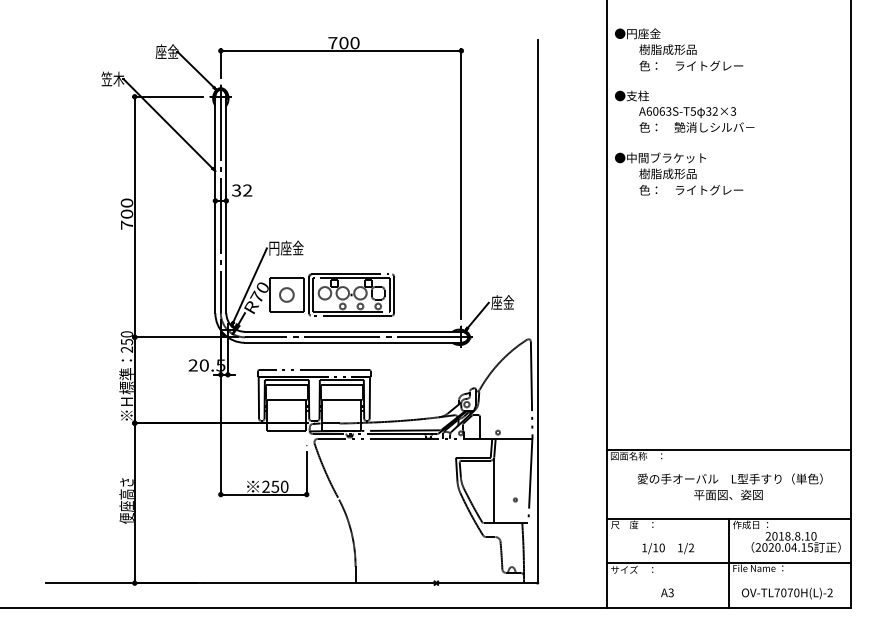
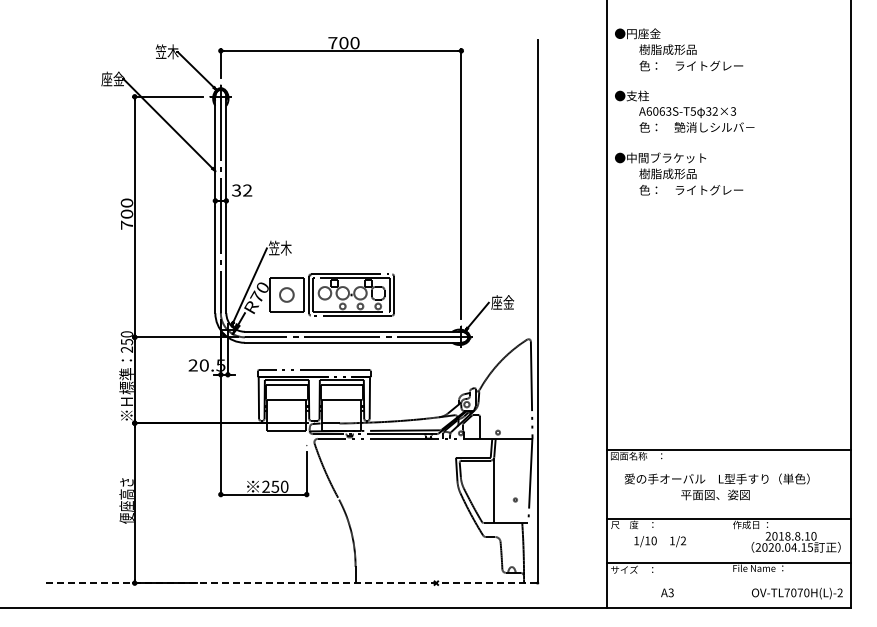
text at (166, 51): 座金 -> 笠木
text at (112, 78): 笠木 -> 座金
text at (285, 247): 円座金 -> 笠木
text at (730, 486) position: (730, 486) -> (717, 486)
text at (668, 548) position: (668, 548) -> (660, 541)
line at (728, 563): present -> none
line at (291, 583): solid -> dashed
text at (787, 593) position: (787, 593) -> (797, 593)
